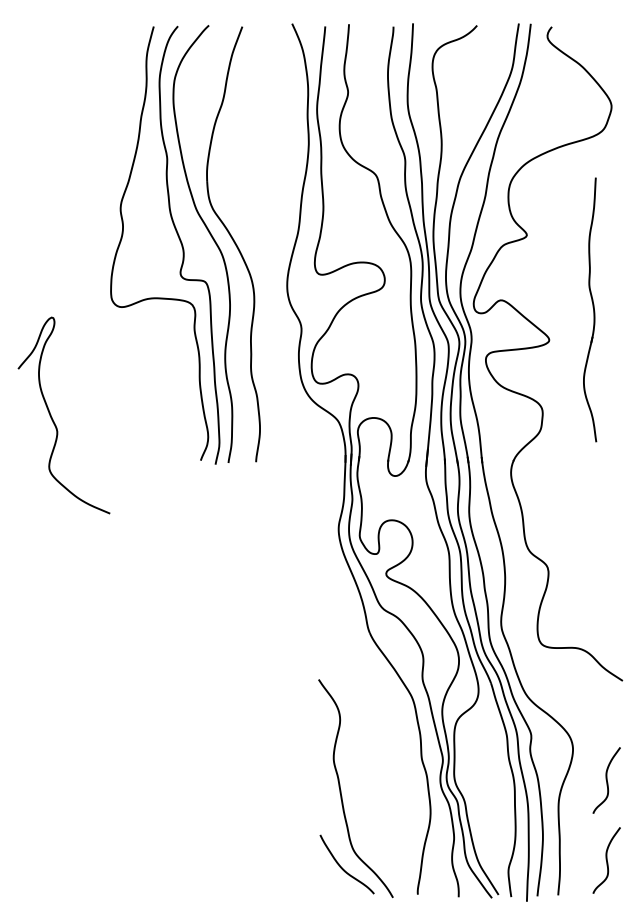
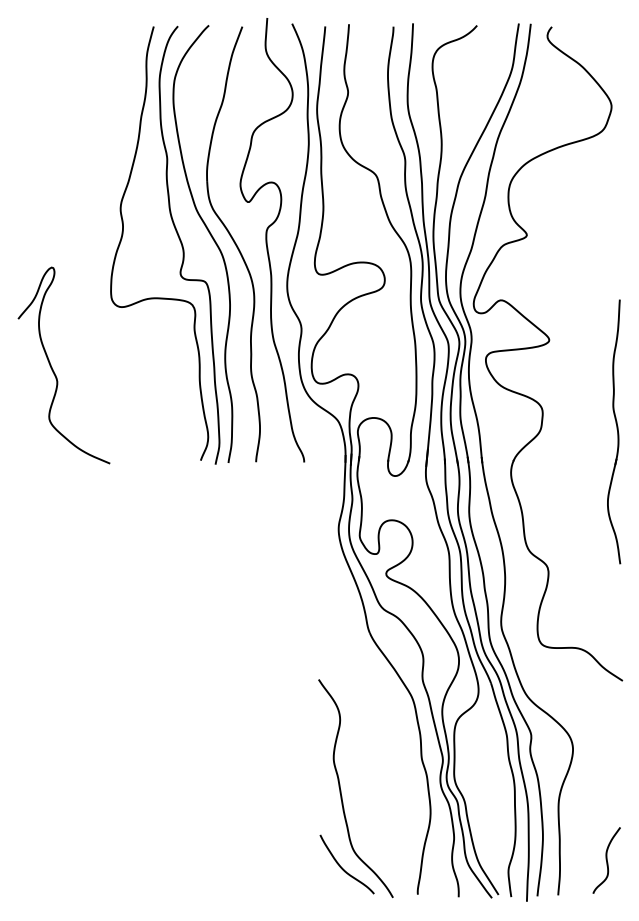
curve at (267, 240): none -> present
part at (590, 309) position: (590, 309) -> (614, 431)
curve at (53, 419) position: (53, 419) -> (53, 369)
curve at (606, 780): present -> none
